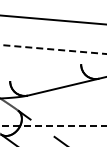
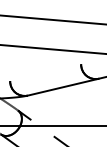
line at (54, 49): dashed -> solid
line at (53, 126): dashed -> solid
